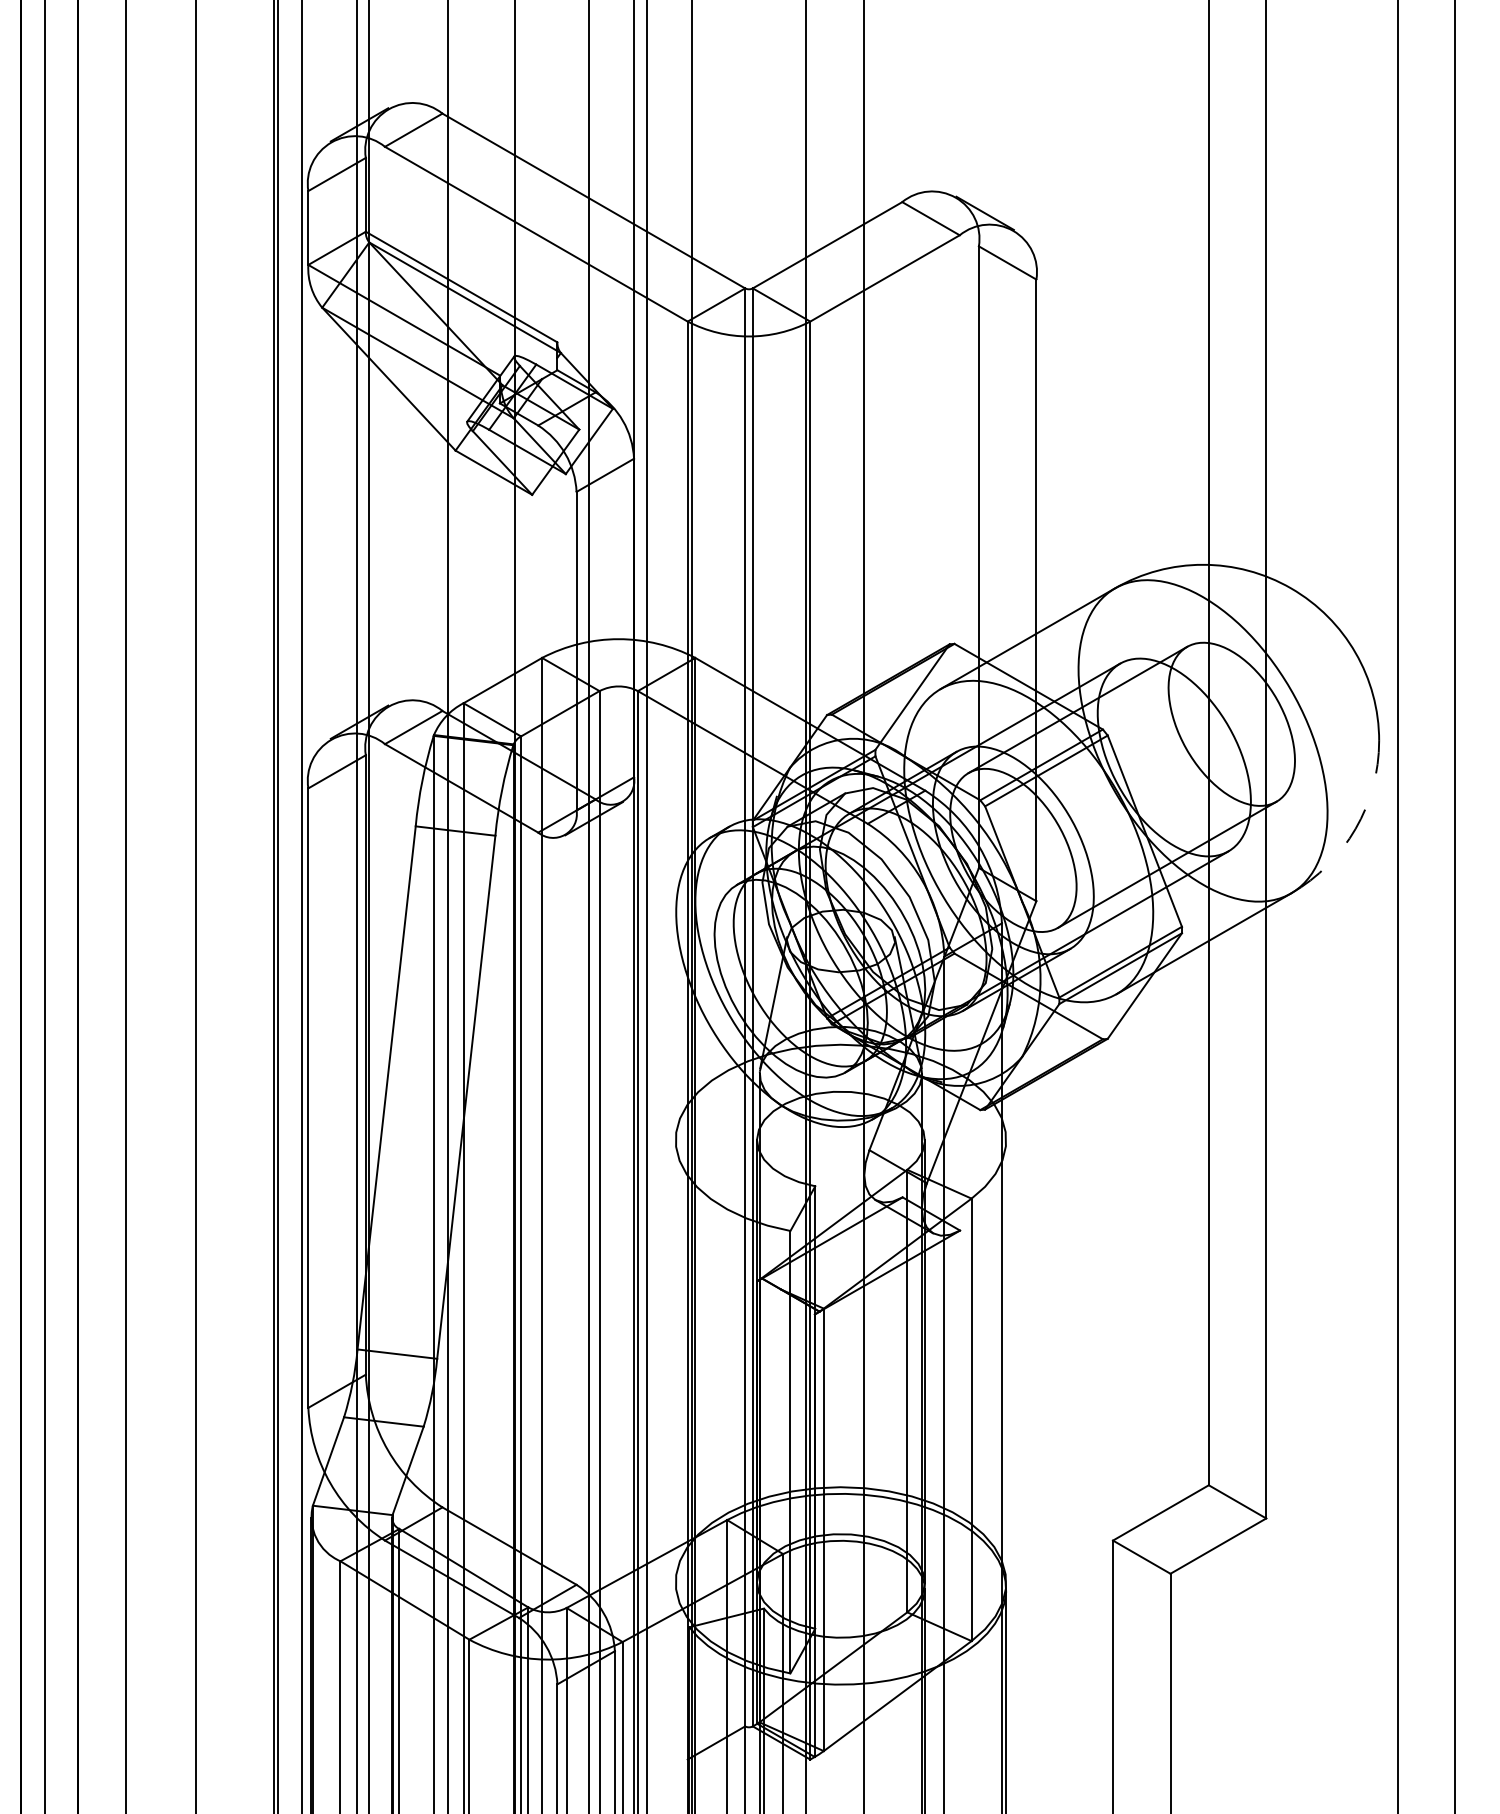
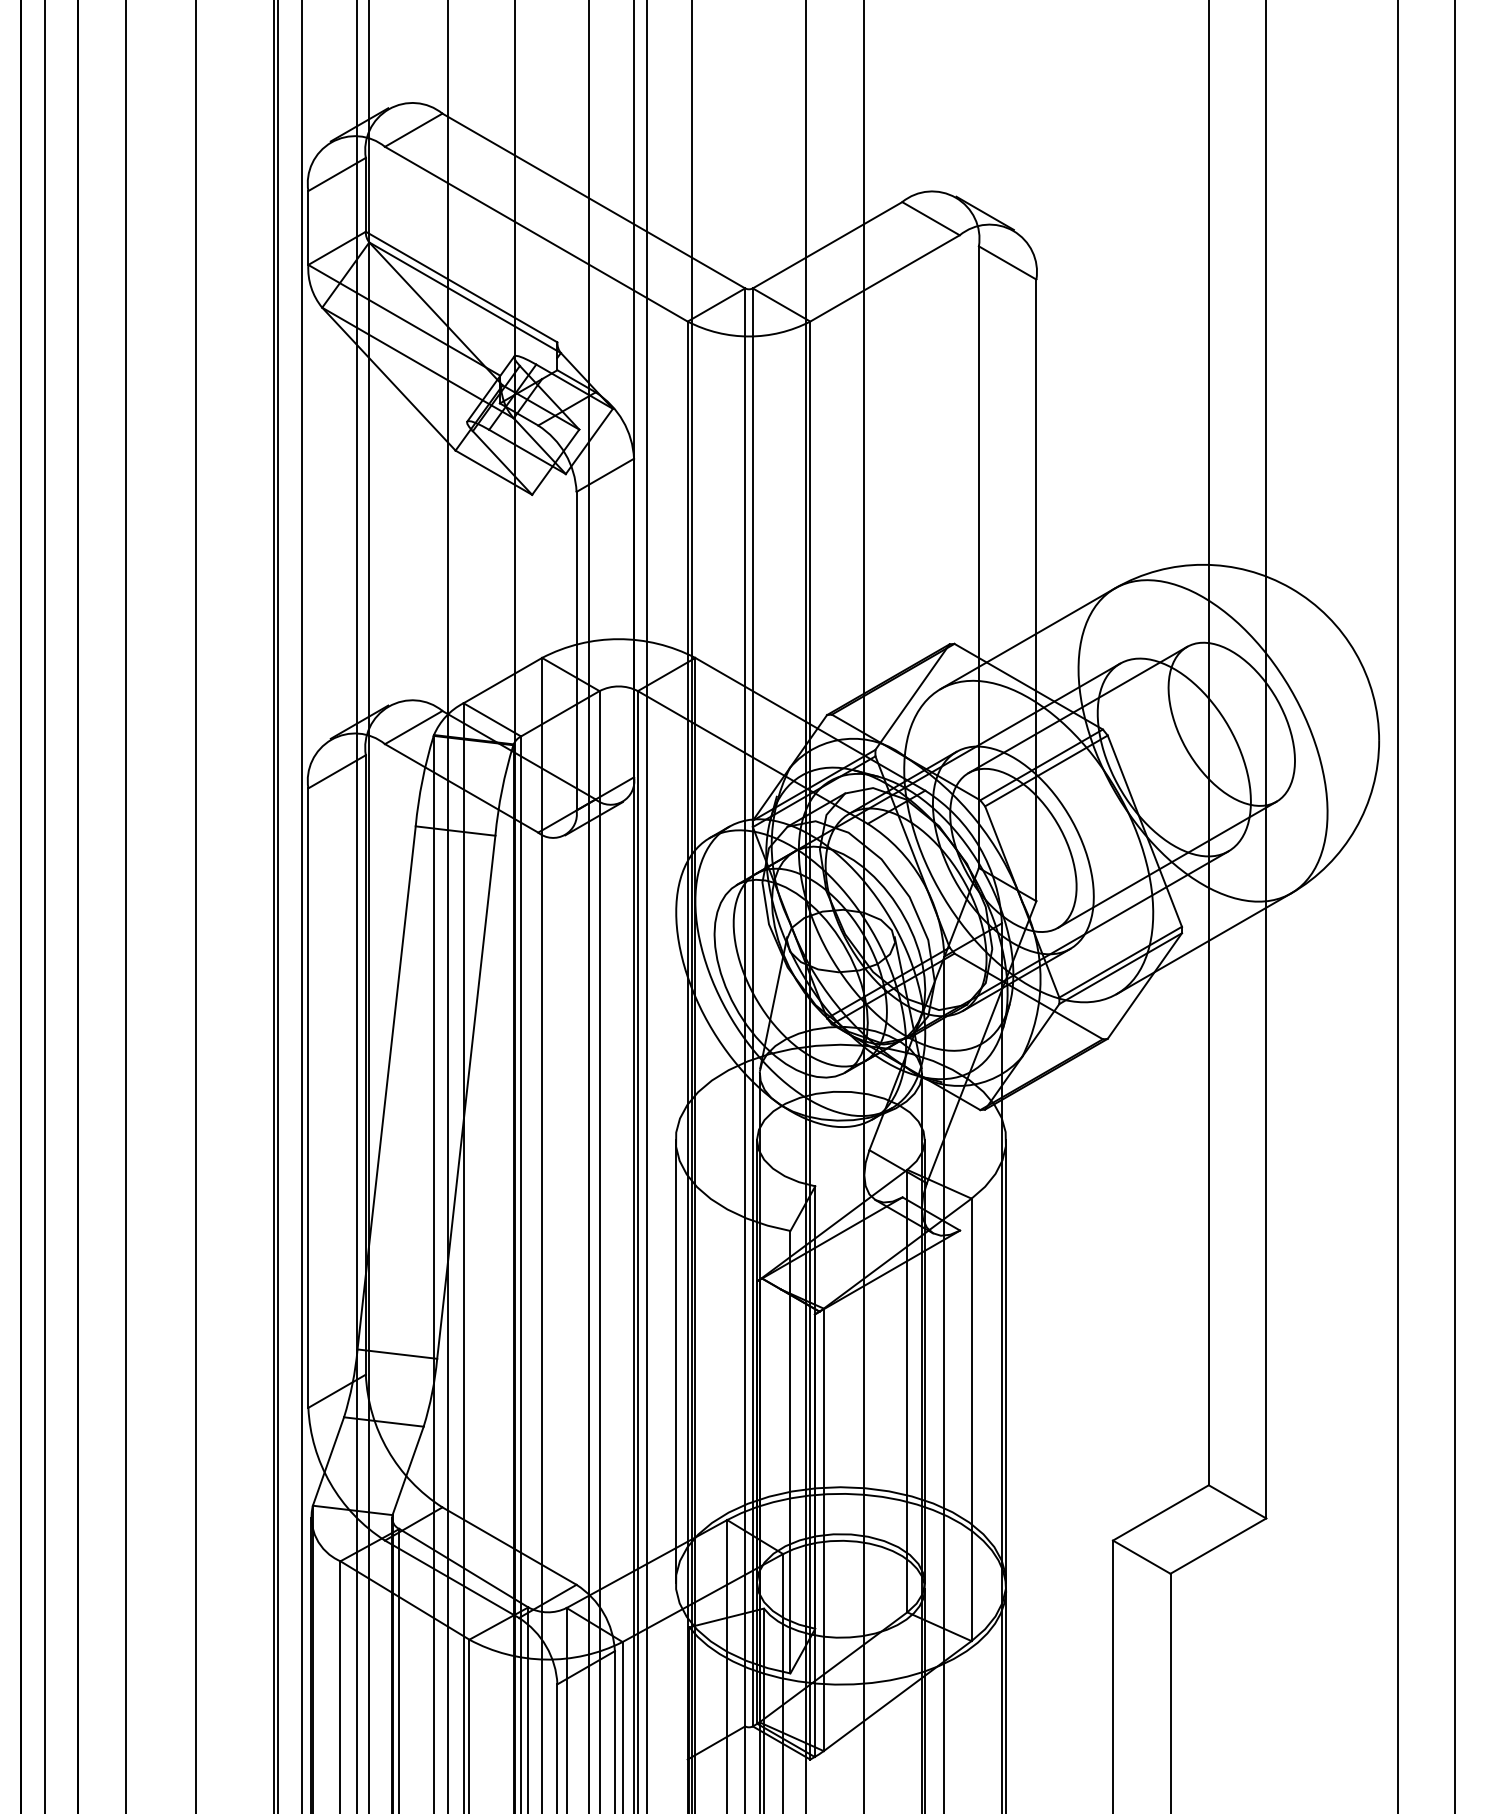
arc at (1355, 828): dashed -> solid
line at (675, 1361): none -> present
line at (1006, 1361): none -> present
